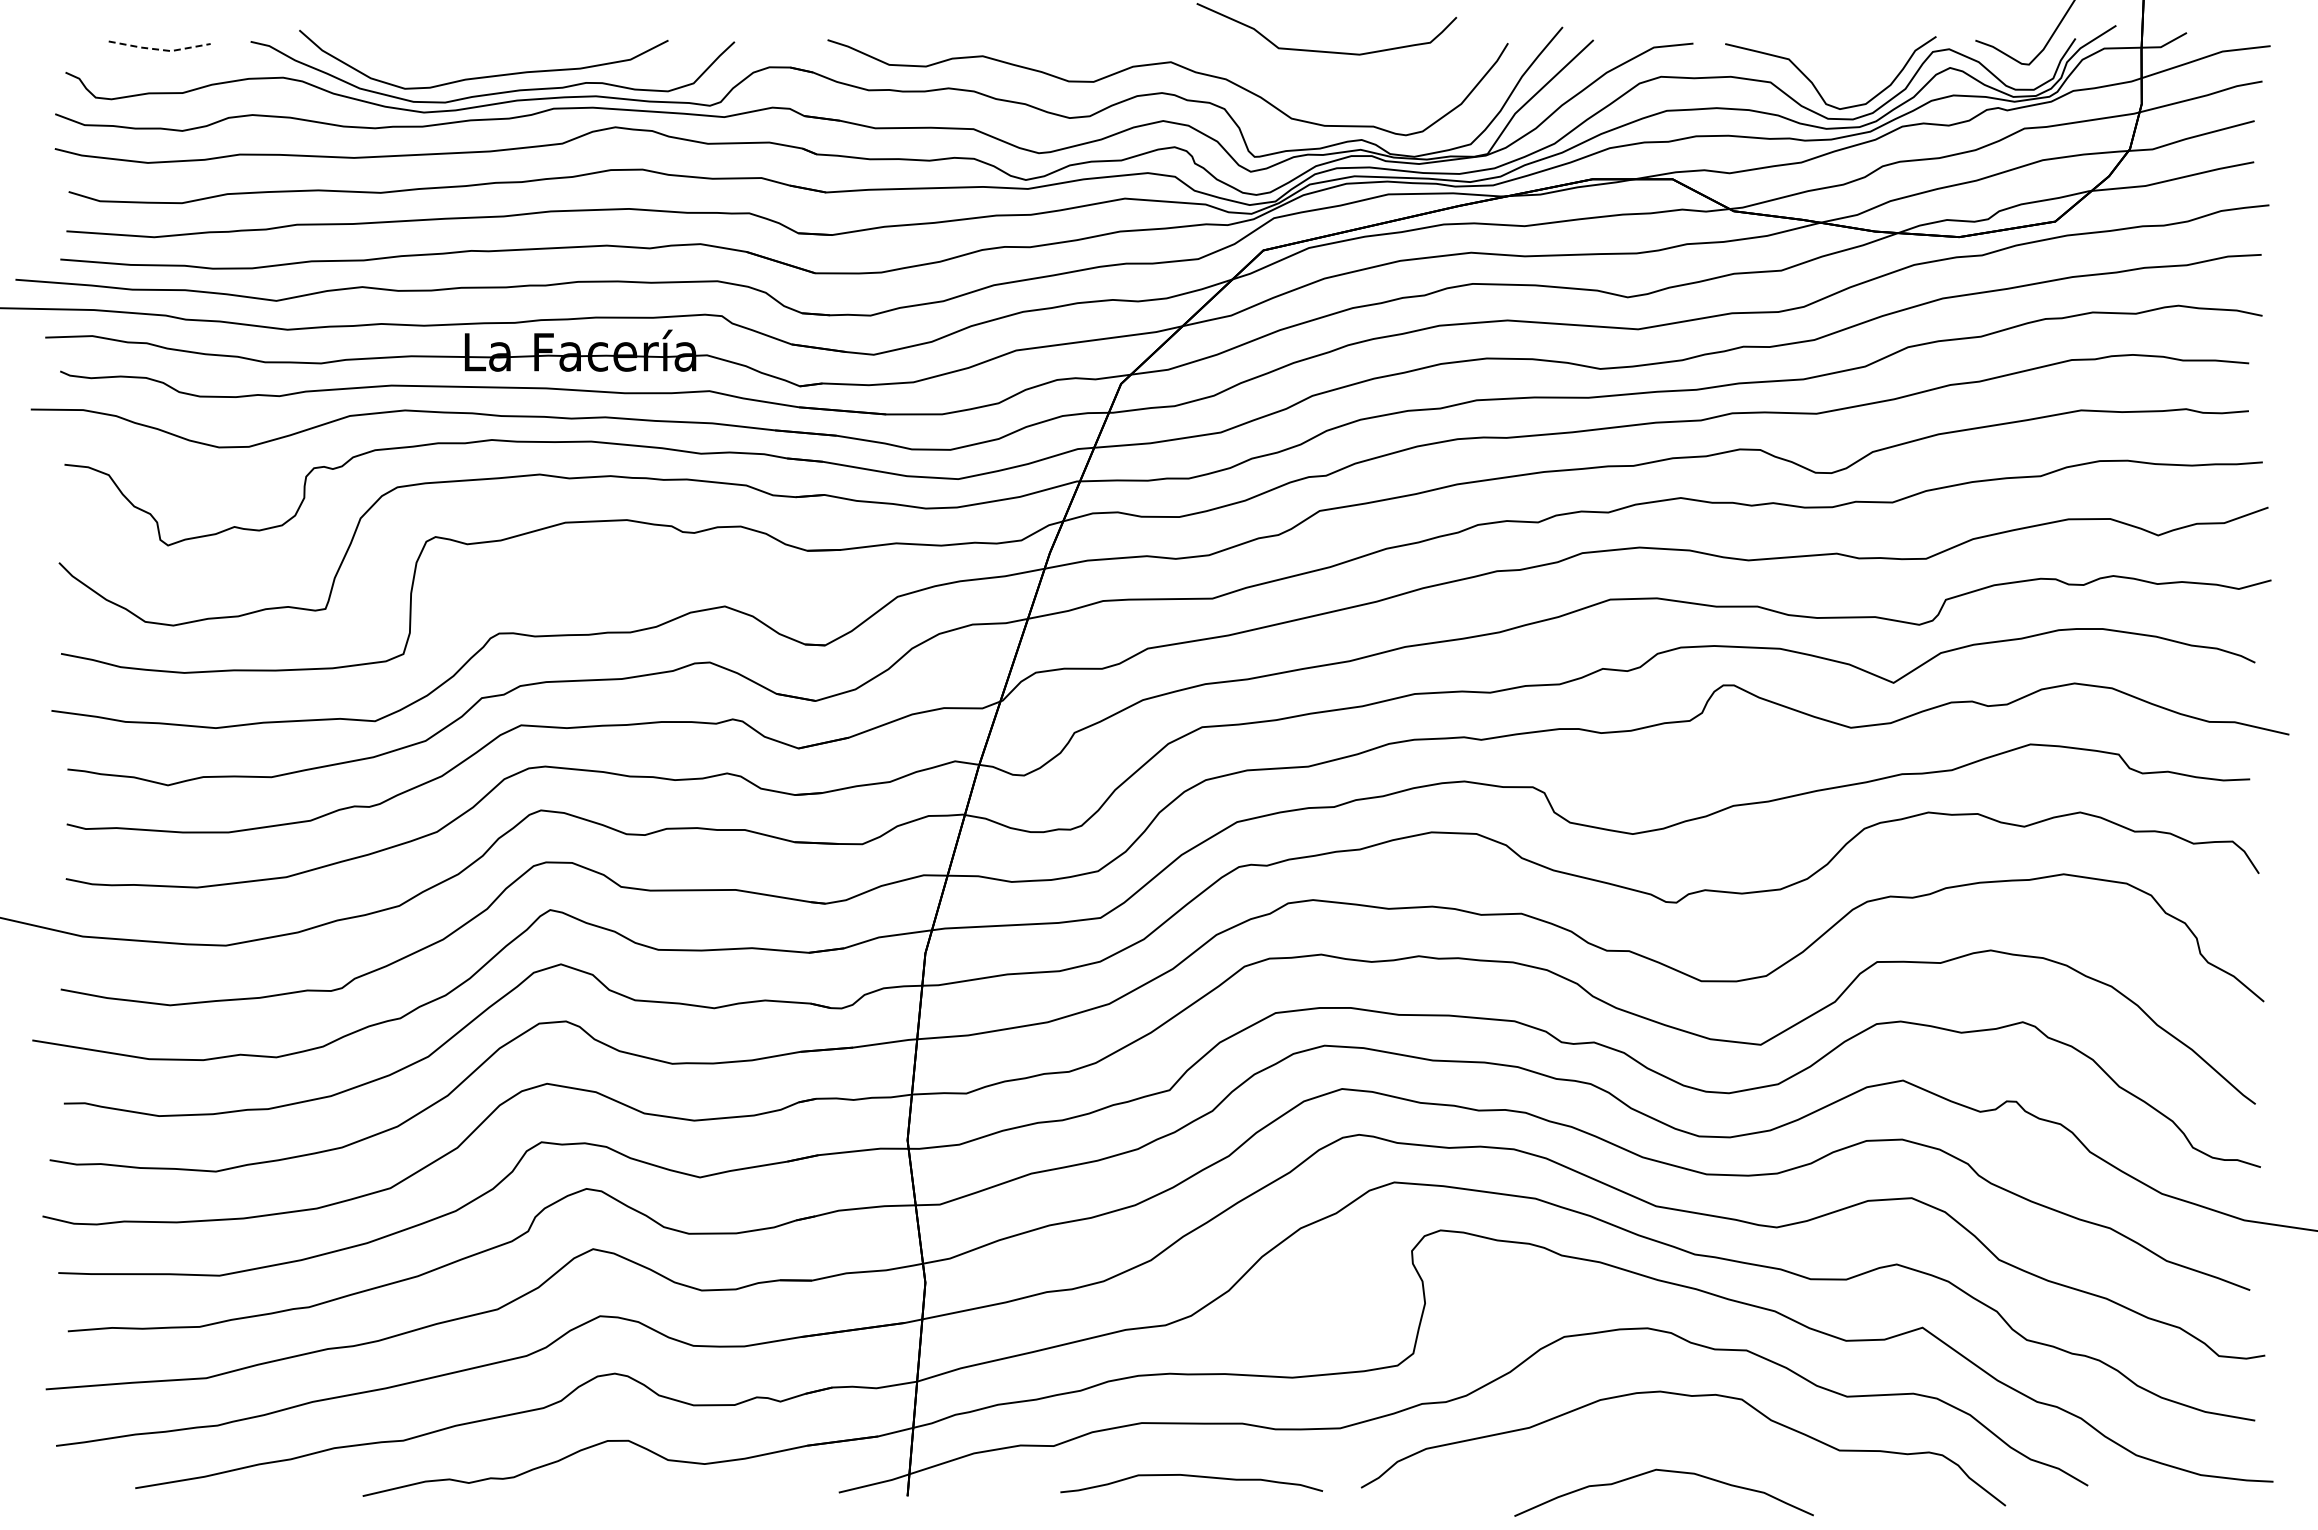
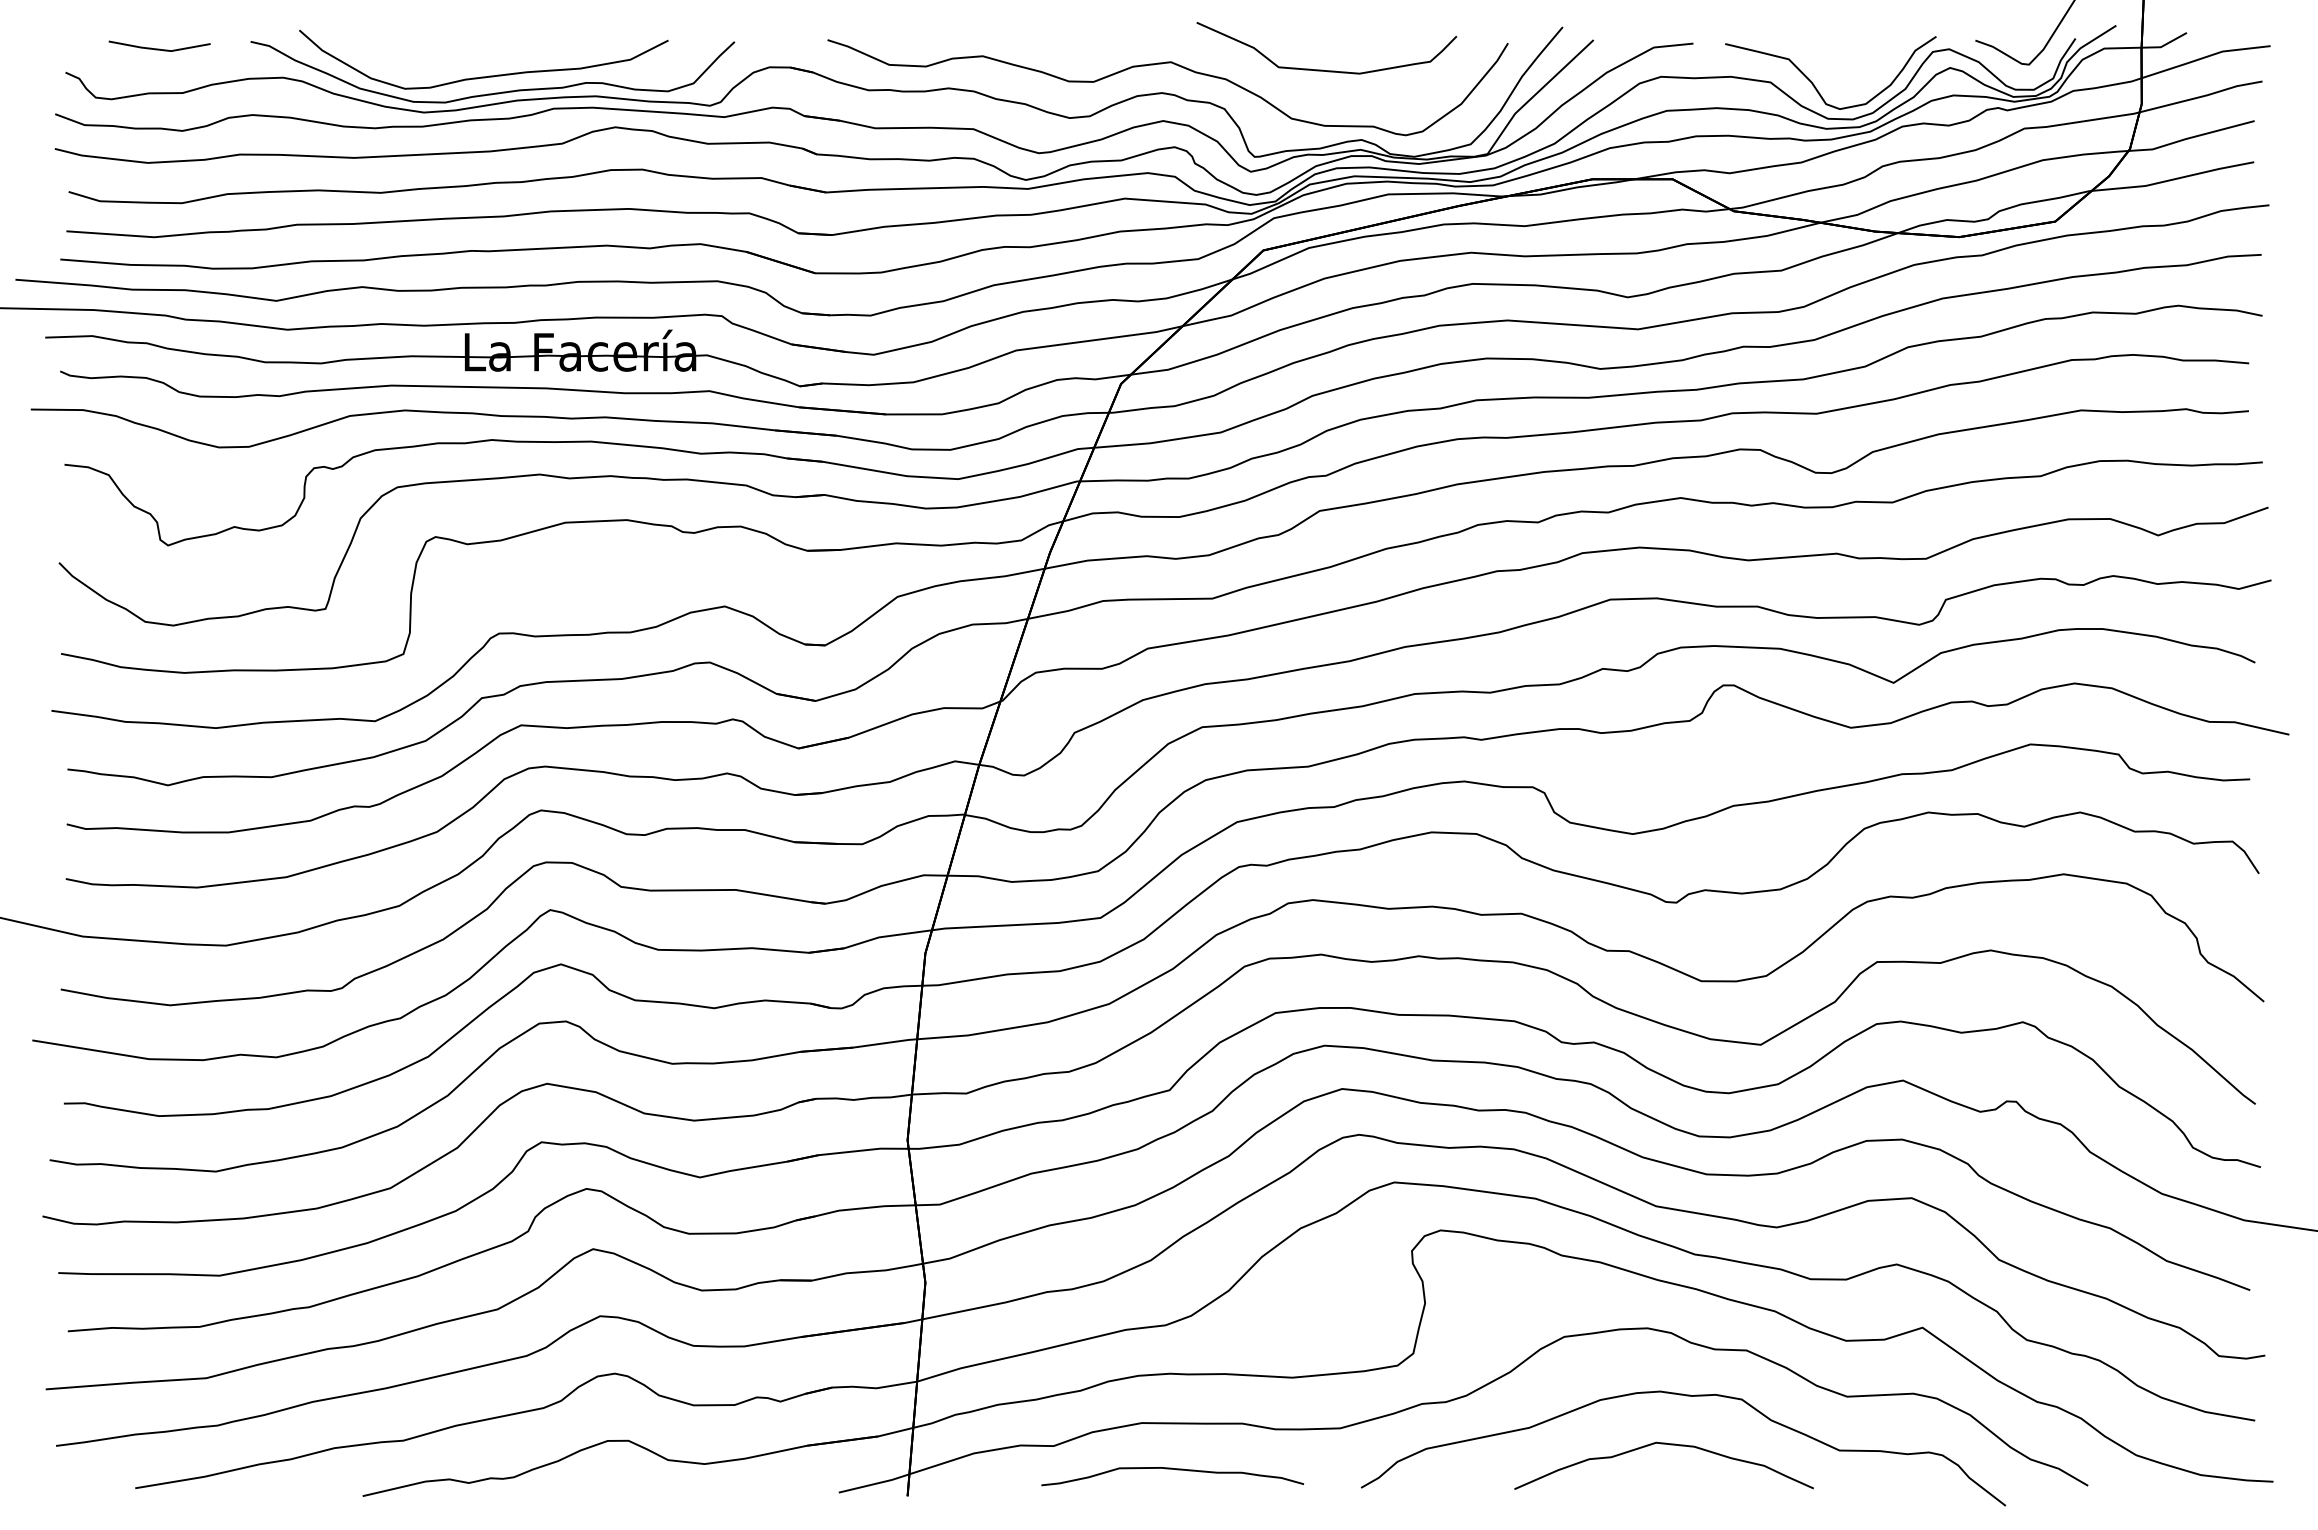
line at (159, 49): dashed -> solid
curve at (1323, 50) position: (1323, 50) -> (1323, 69)
curve at (1663, 1471) position: (1663, 1471) -> (1663, 1444)
curve at (1191, 1476) position: (1191, 1476) -> (1172, 1469)
